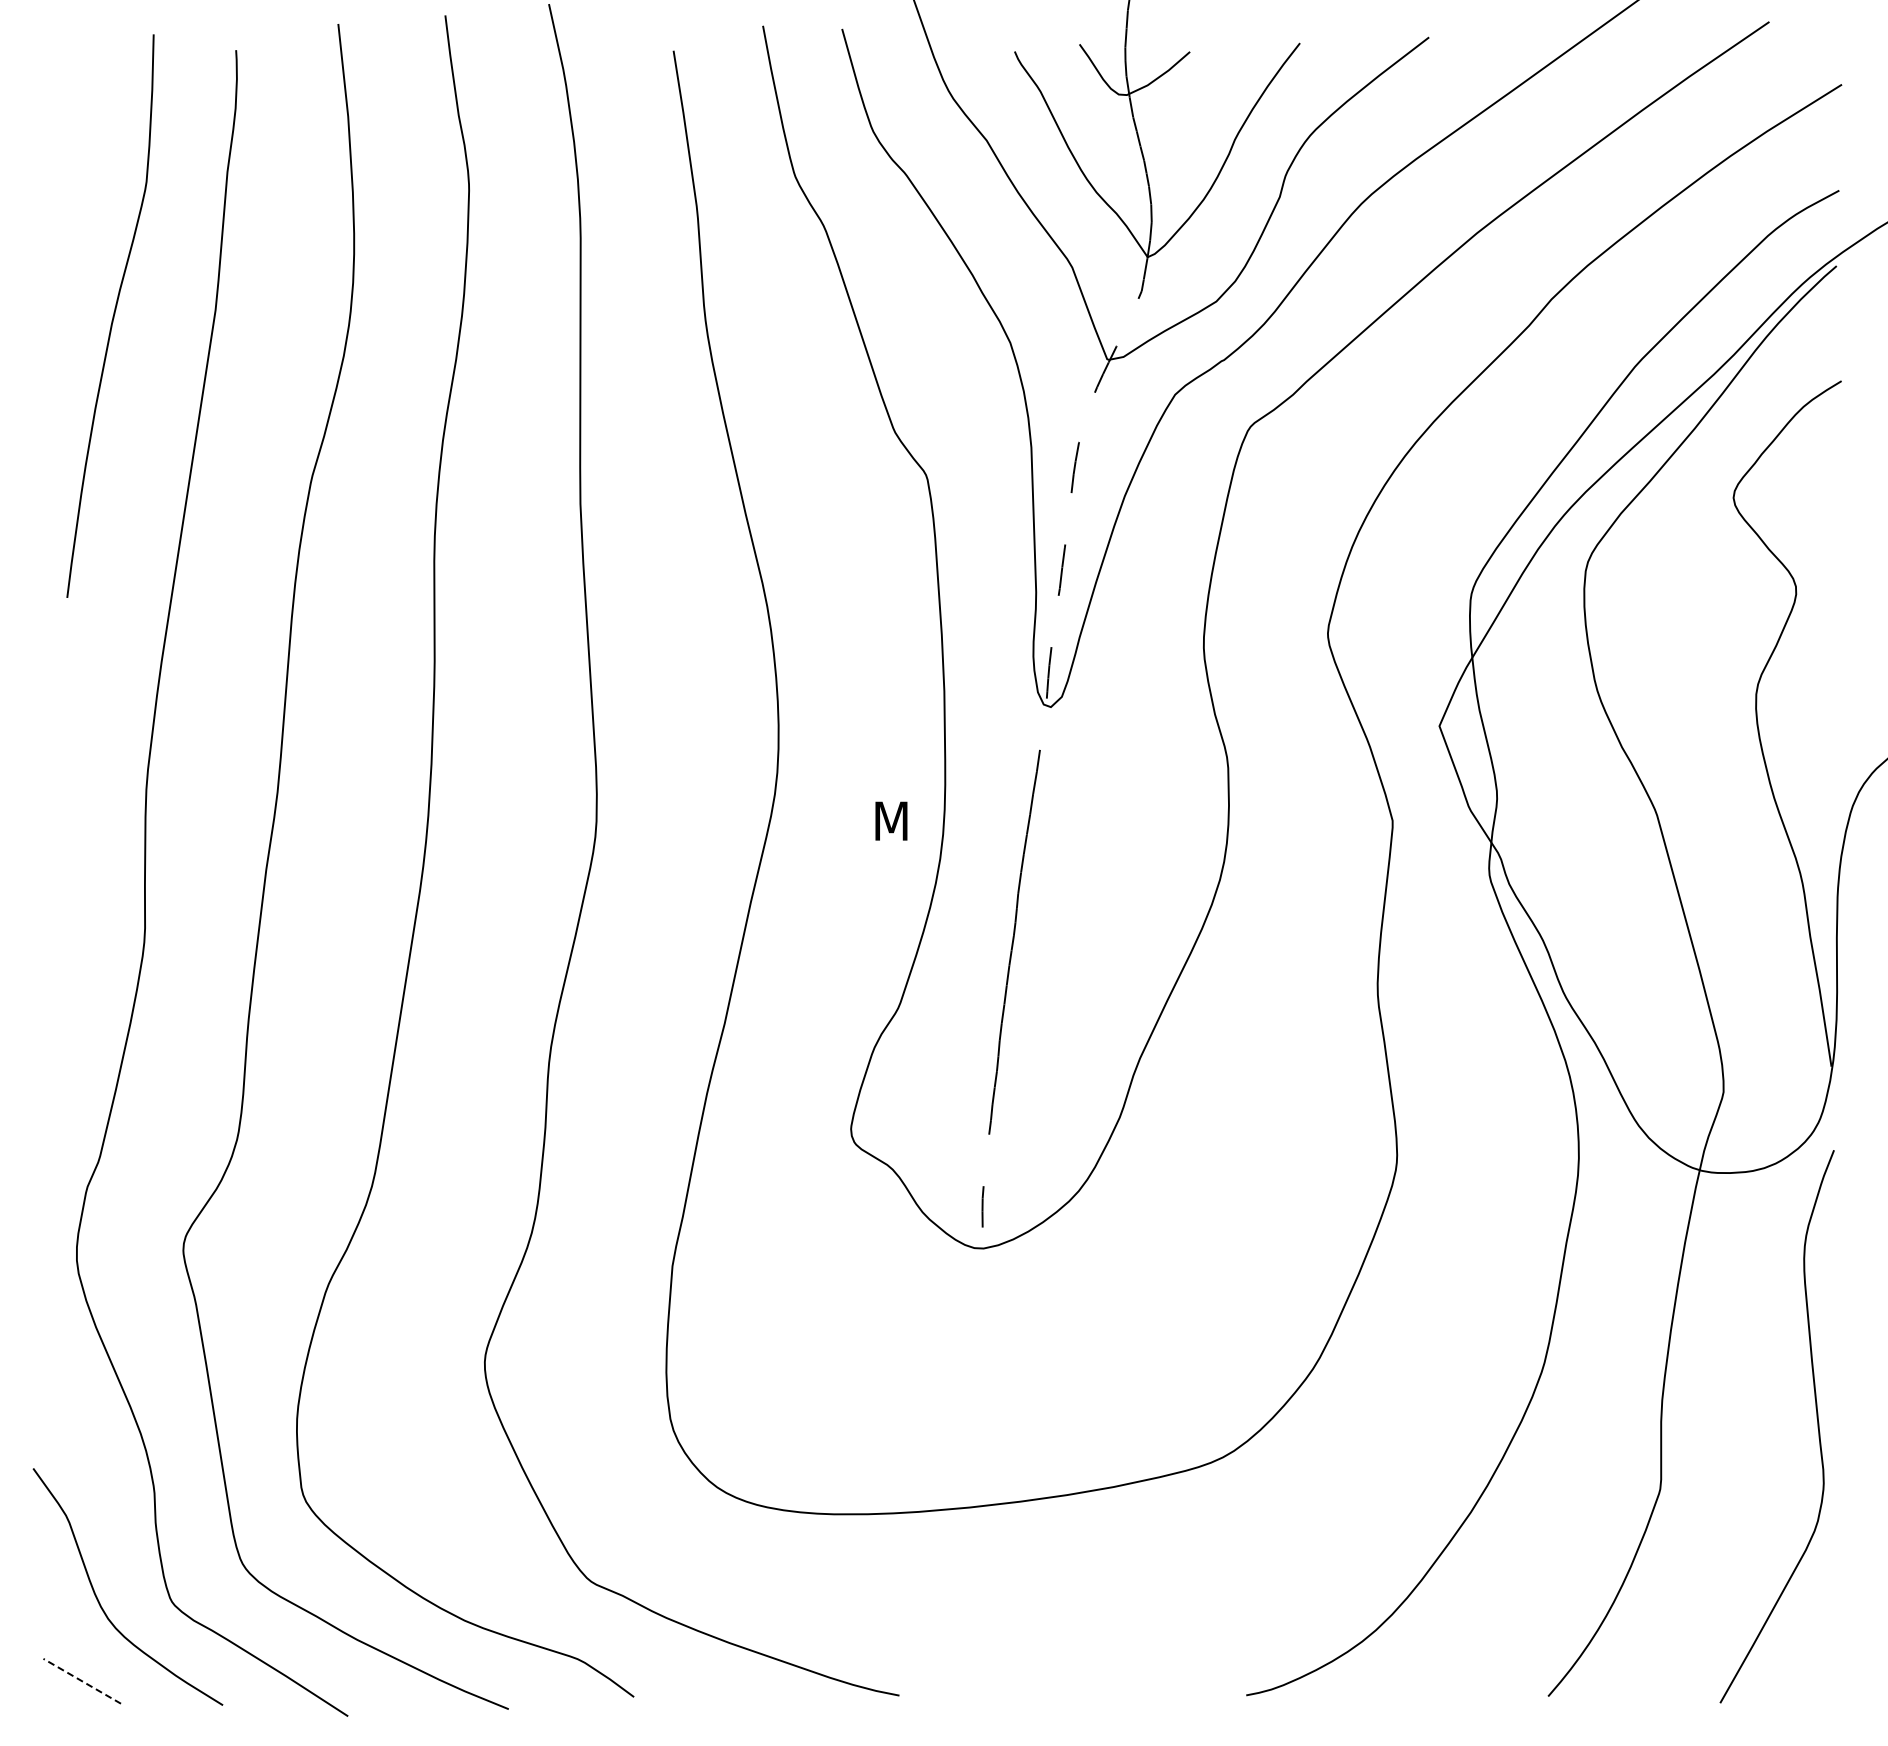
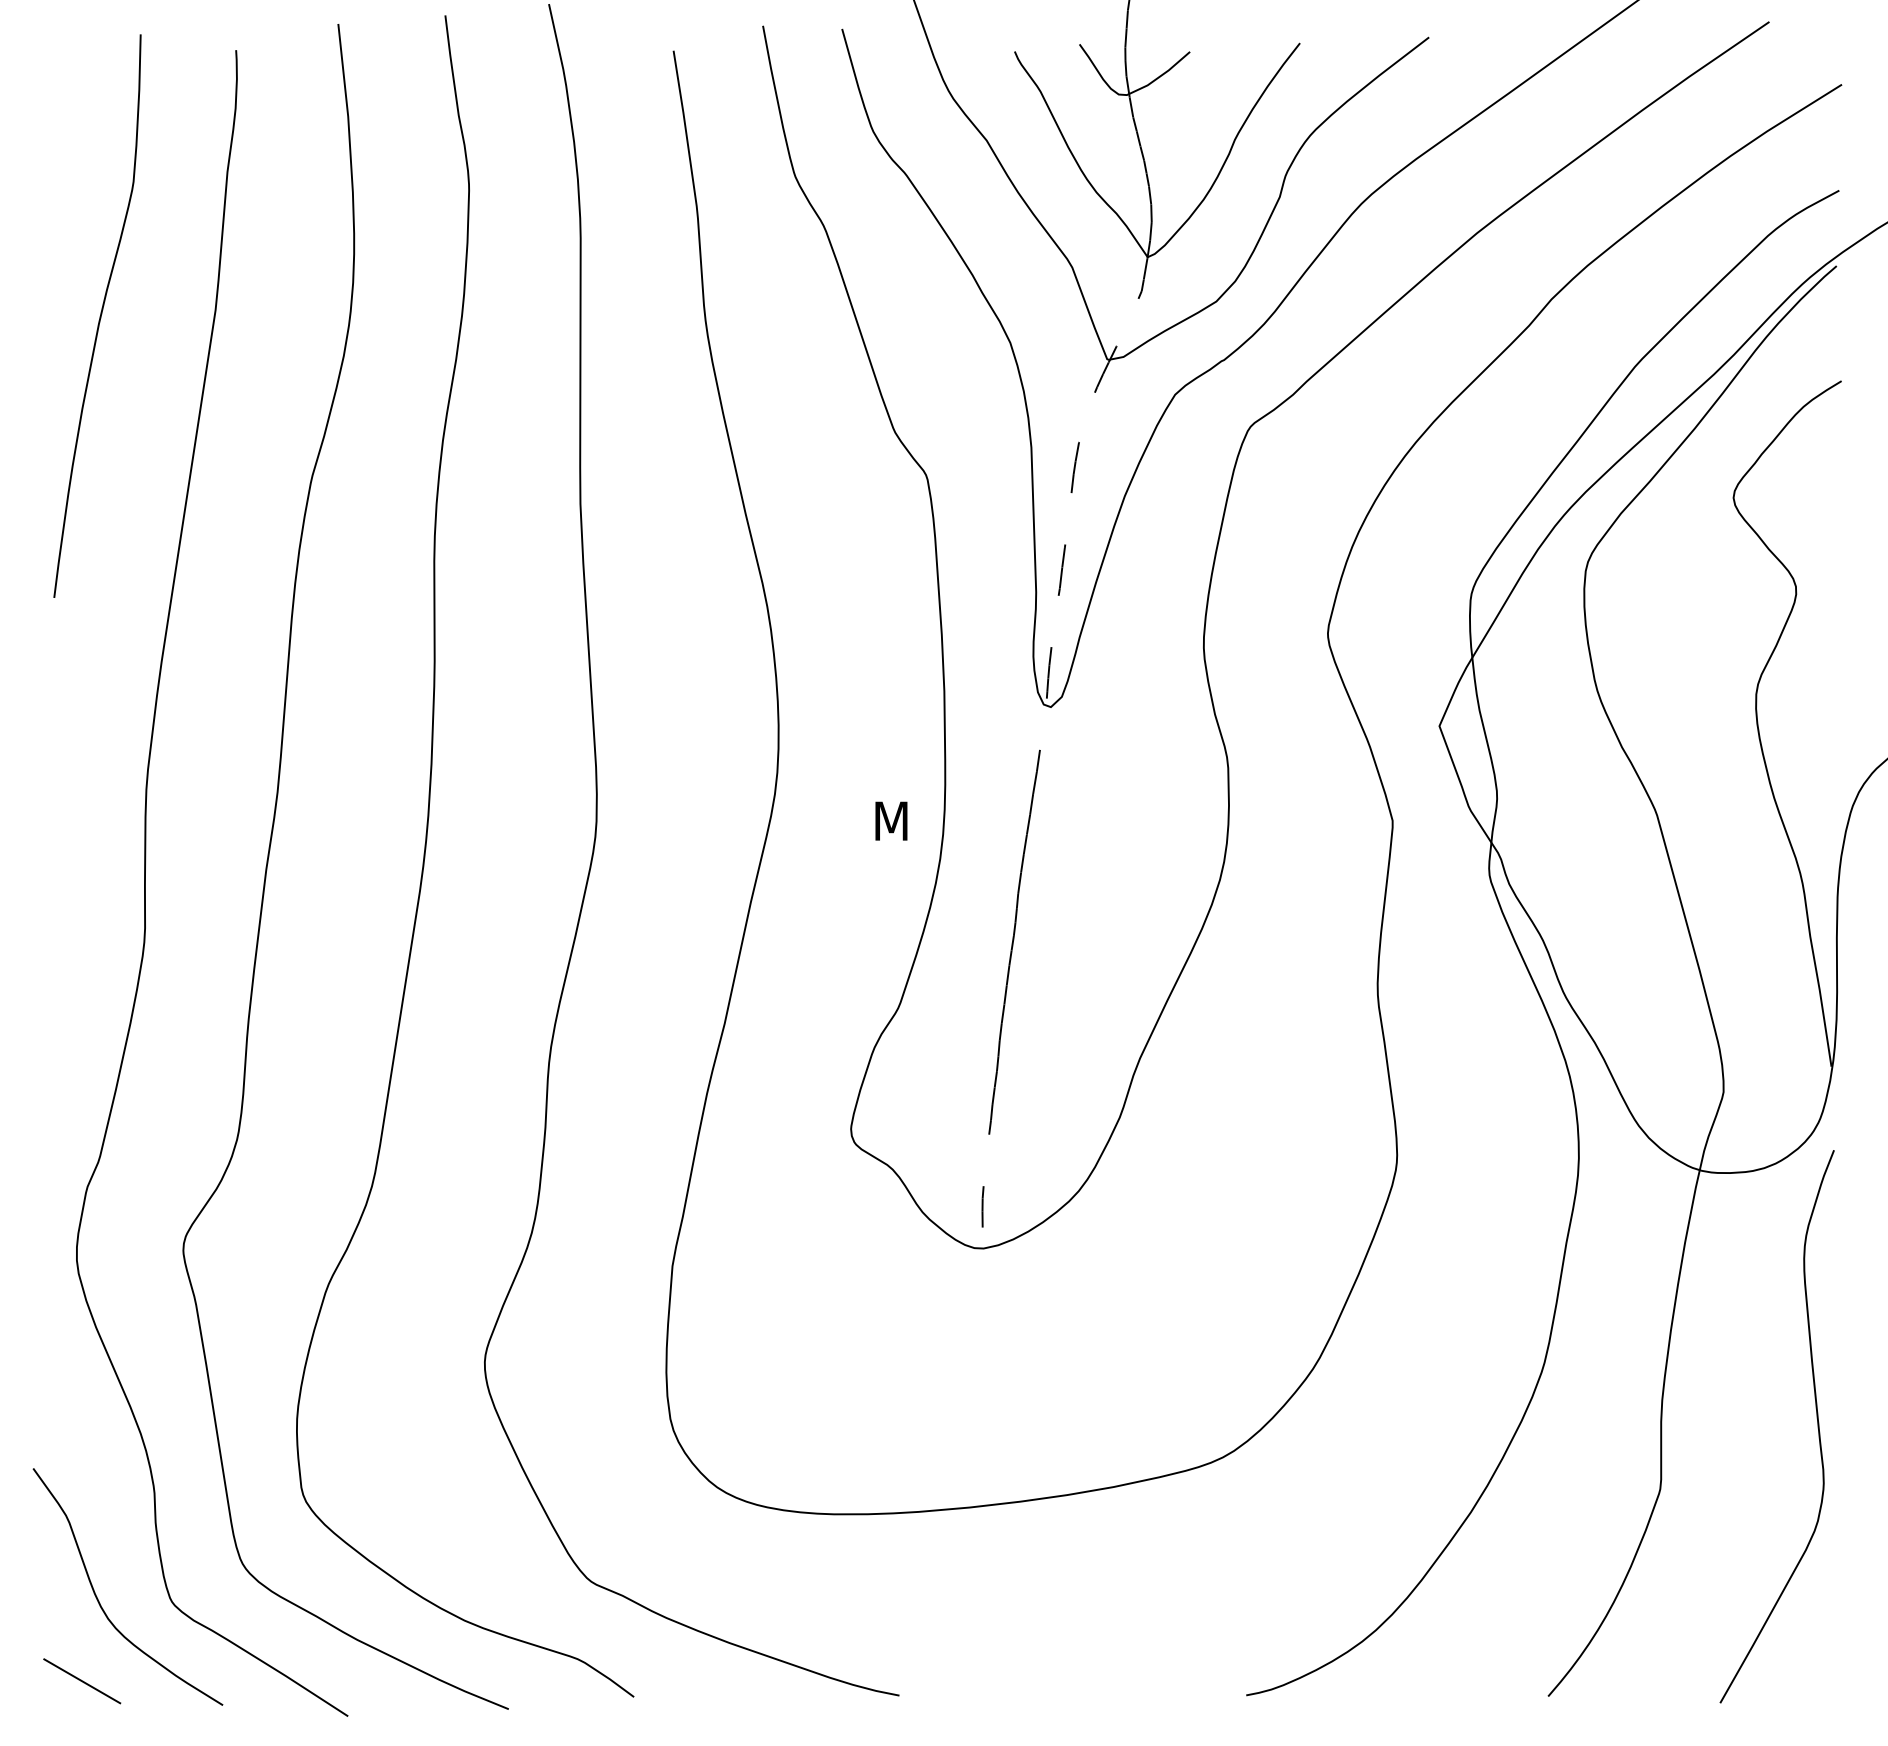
curve at (112, 316) position: (112, 316) -> (99, 316)
line at (82, 1681): dashed -> solid
